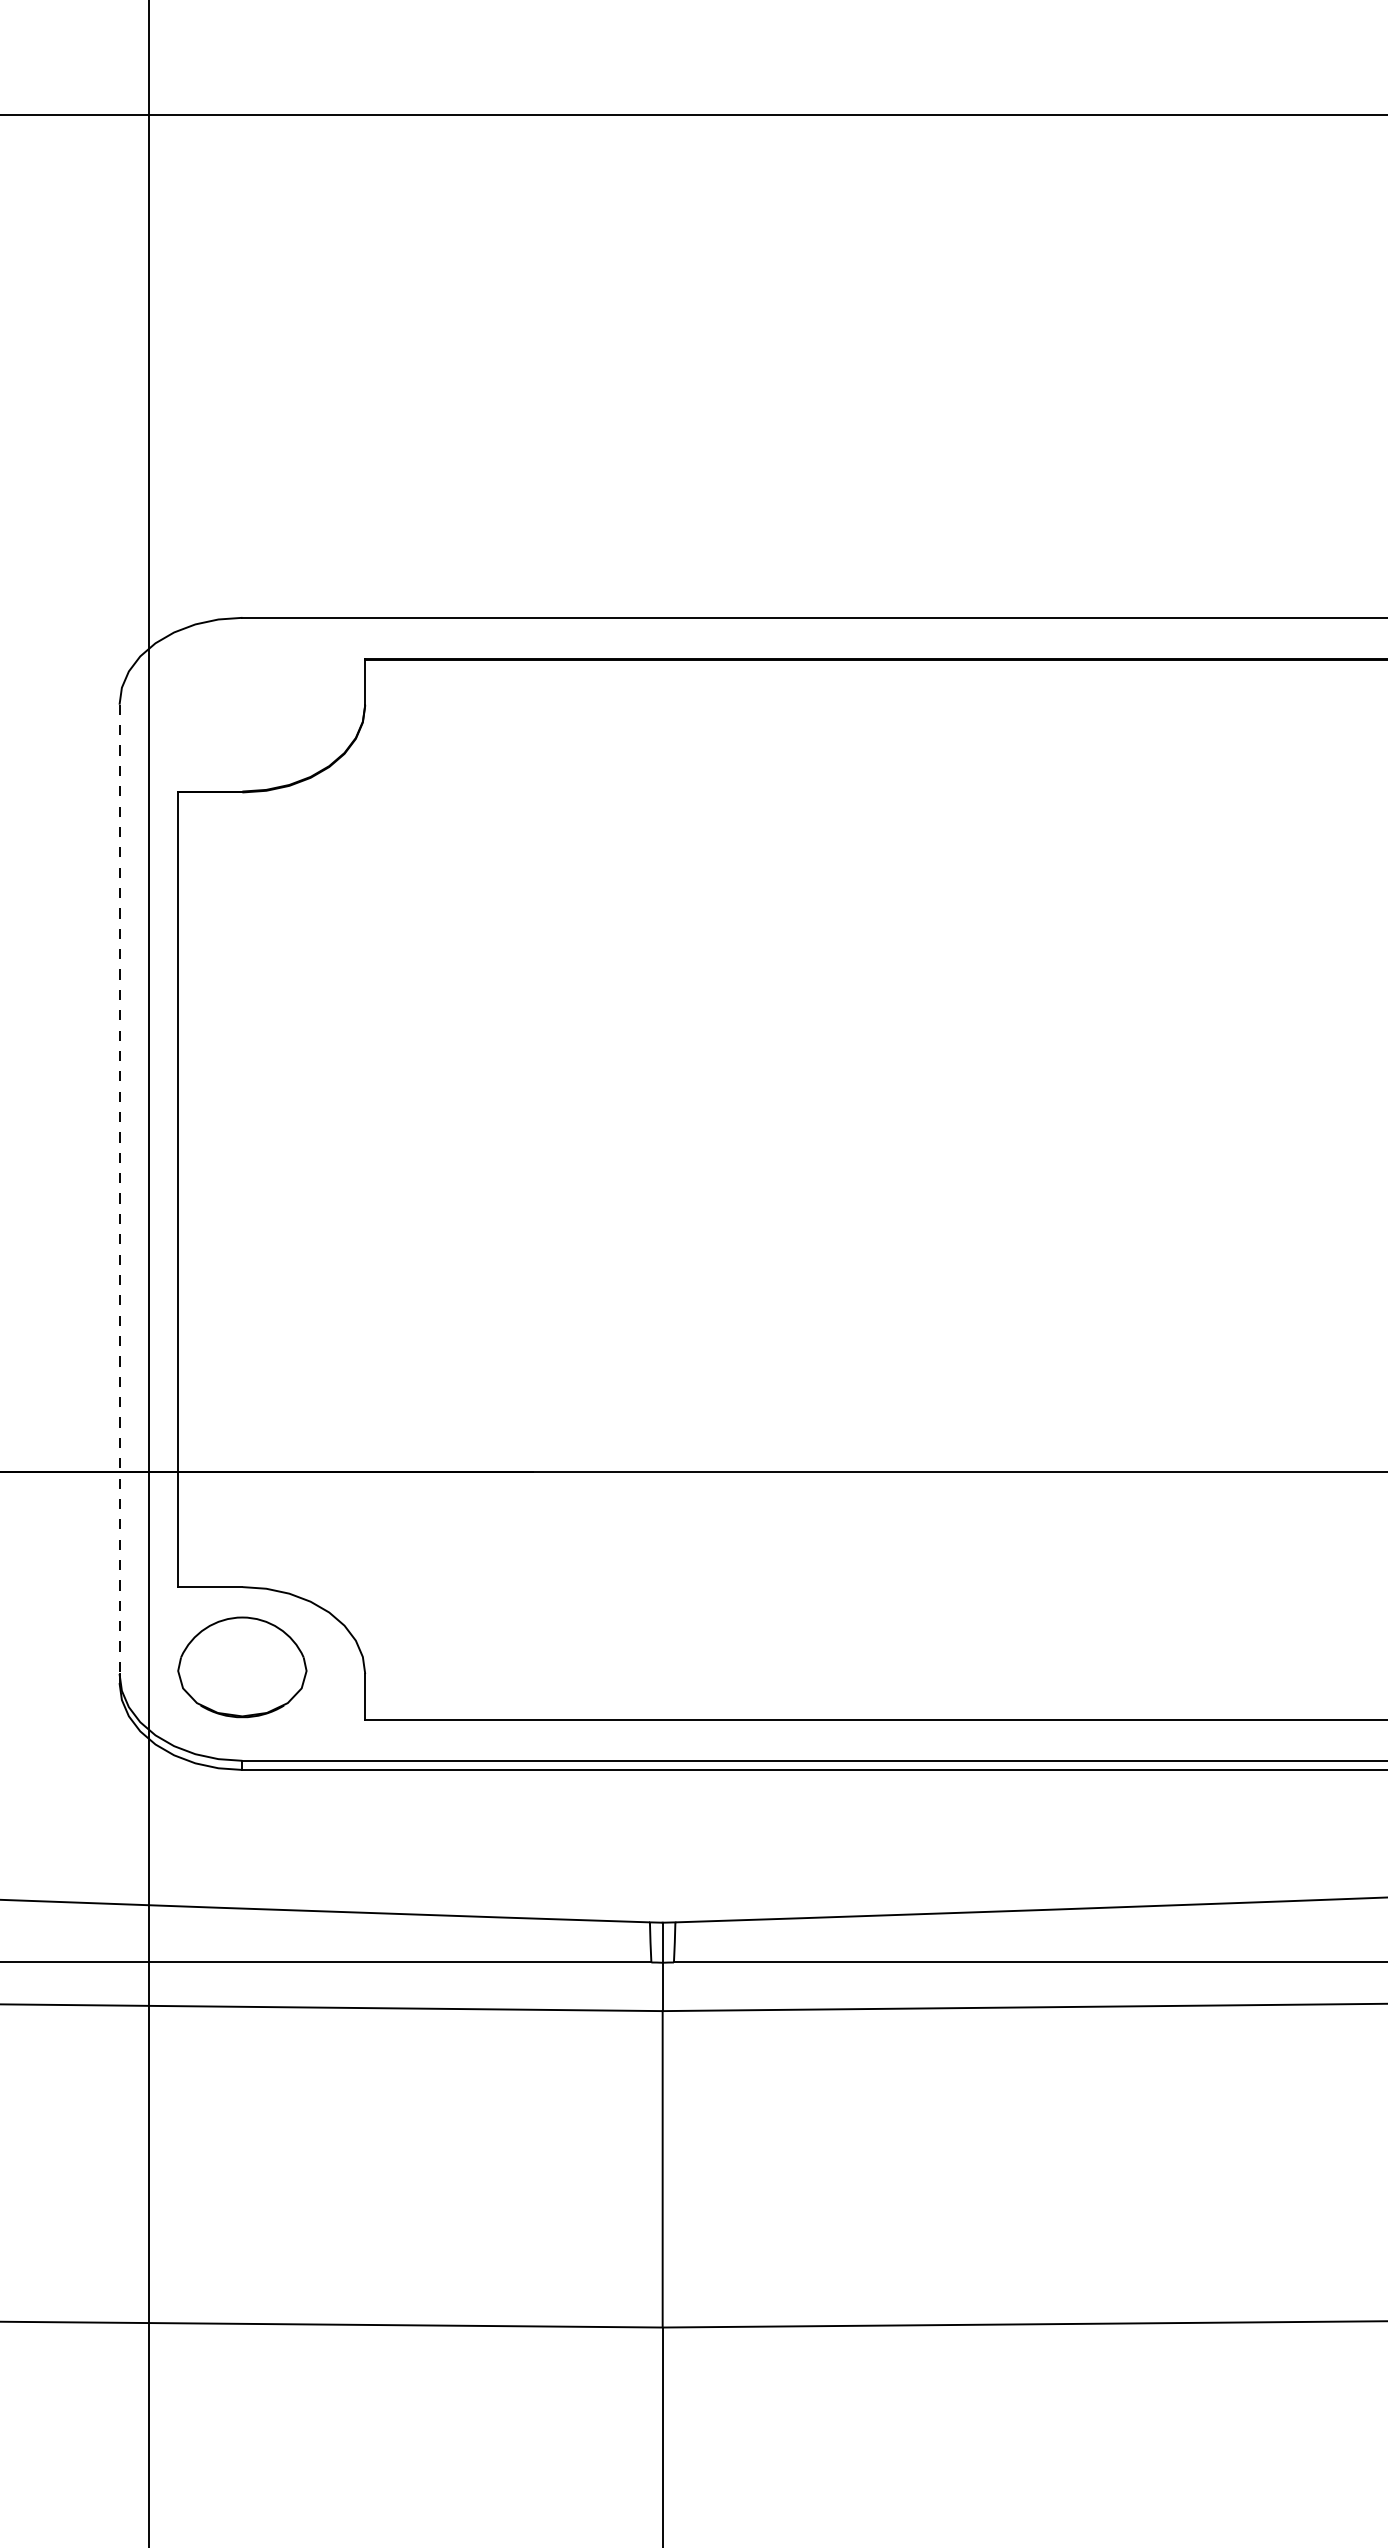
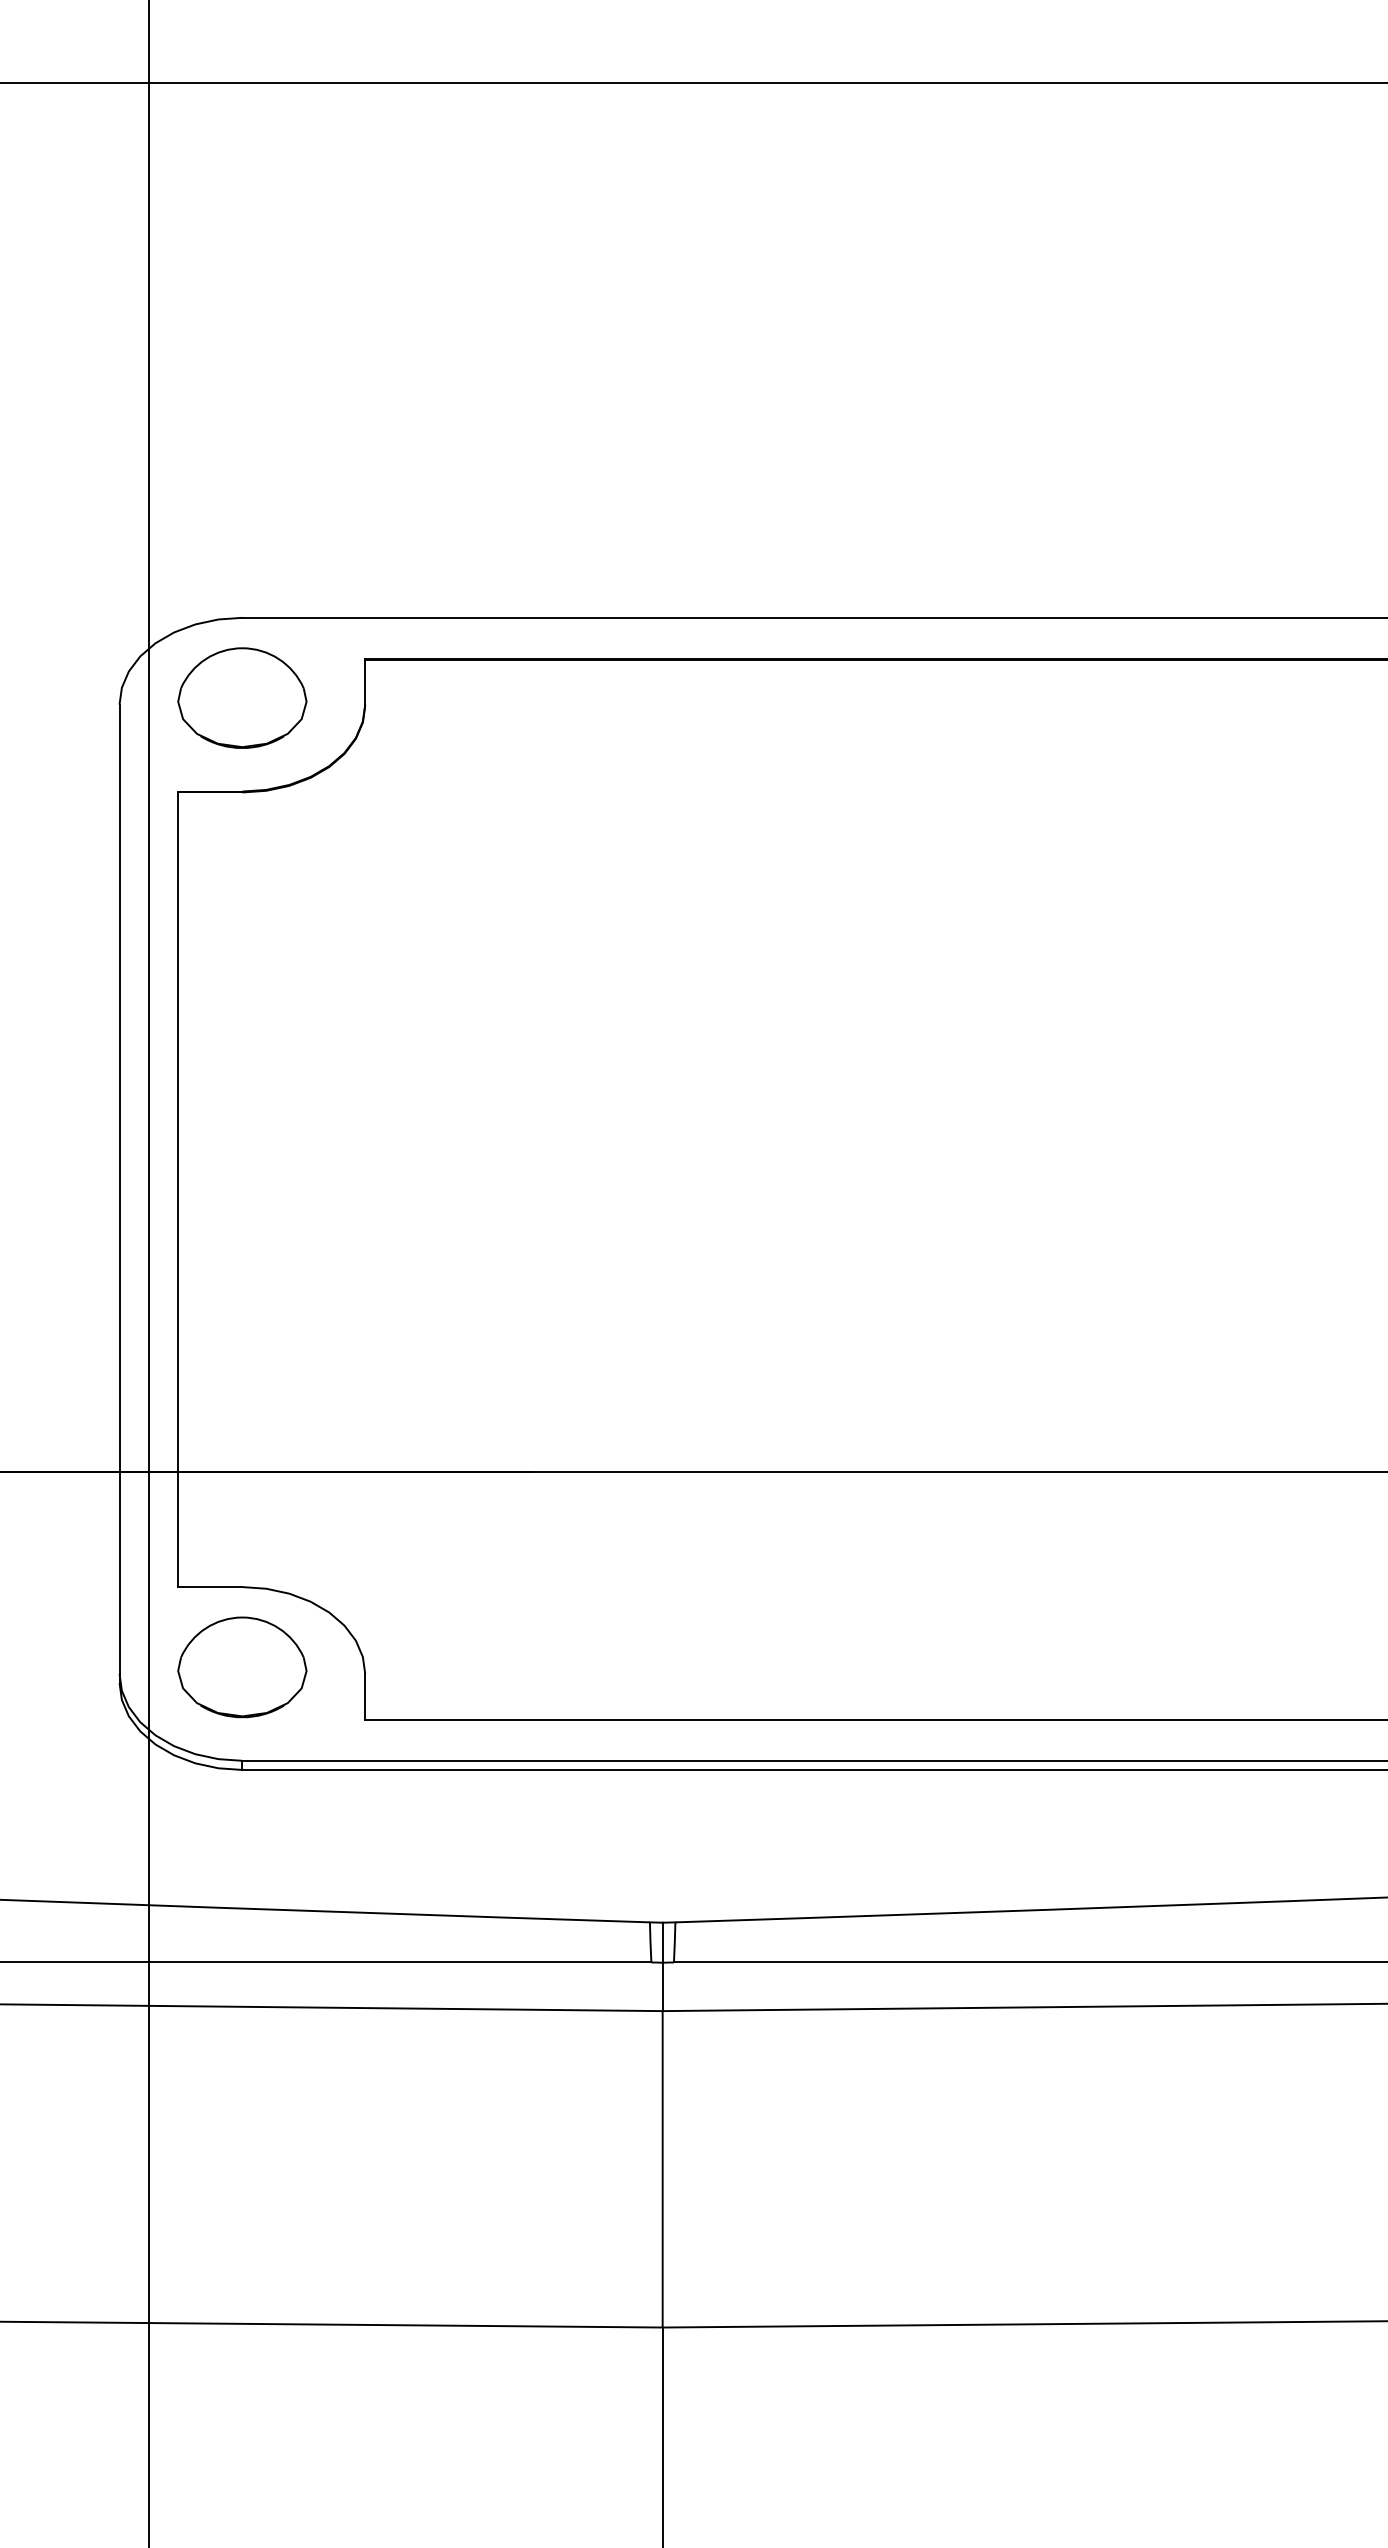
line at (693, 114) position: (693, 114) -> (693, 82)
part at (242, 697): none -> present
line at (119, 1189): dashed -> solid
